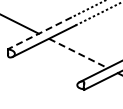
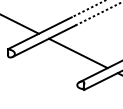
line at (39, 33): dashed -> solid
line at (78, 53): dashed -> solid
